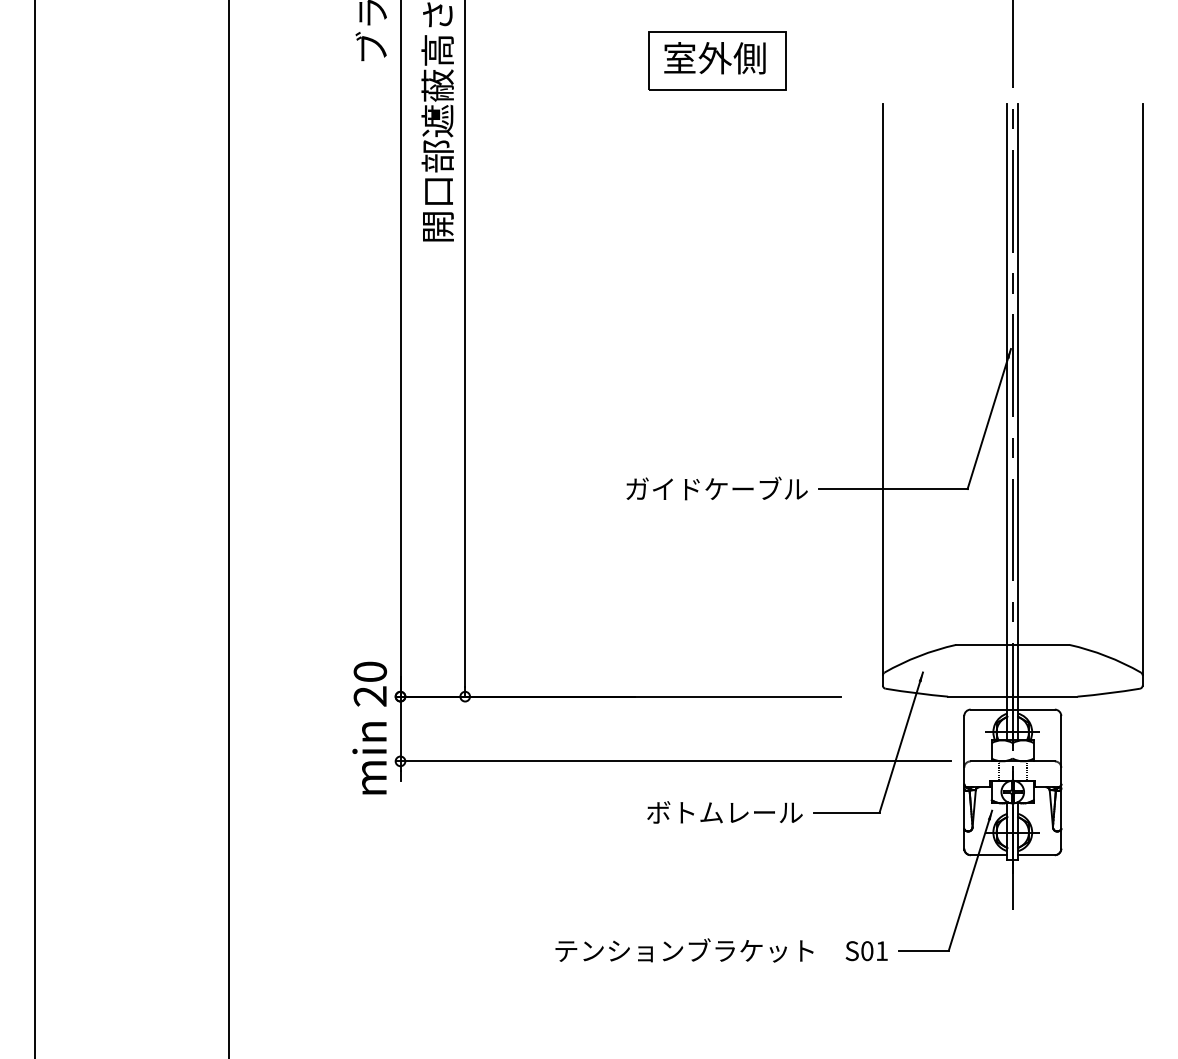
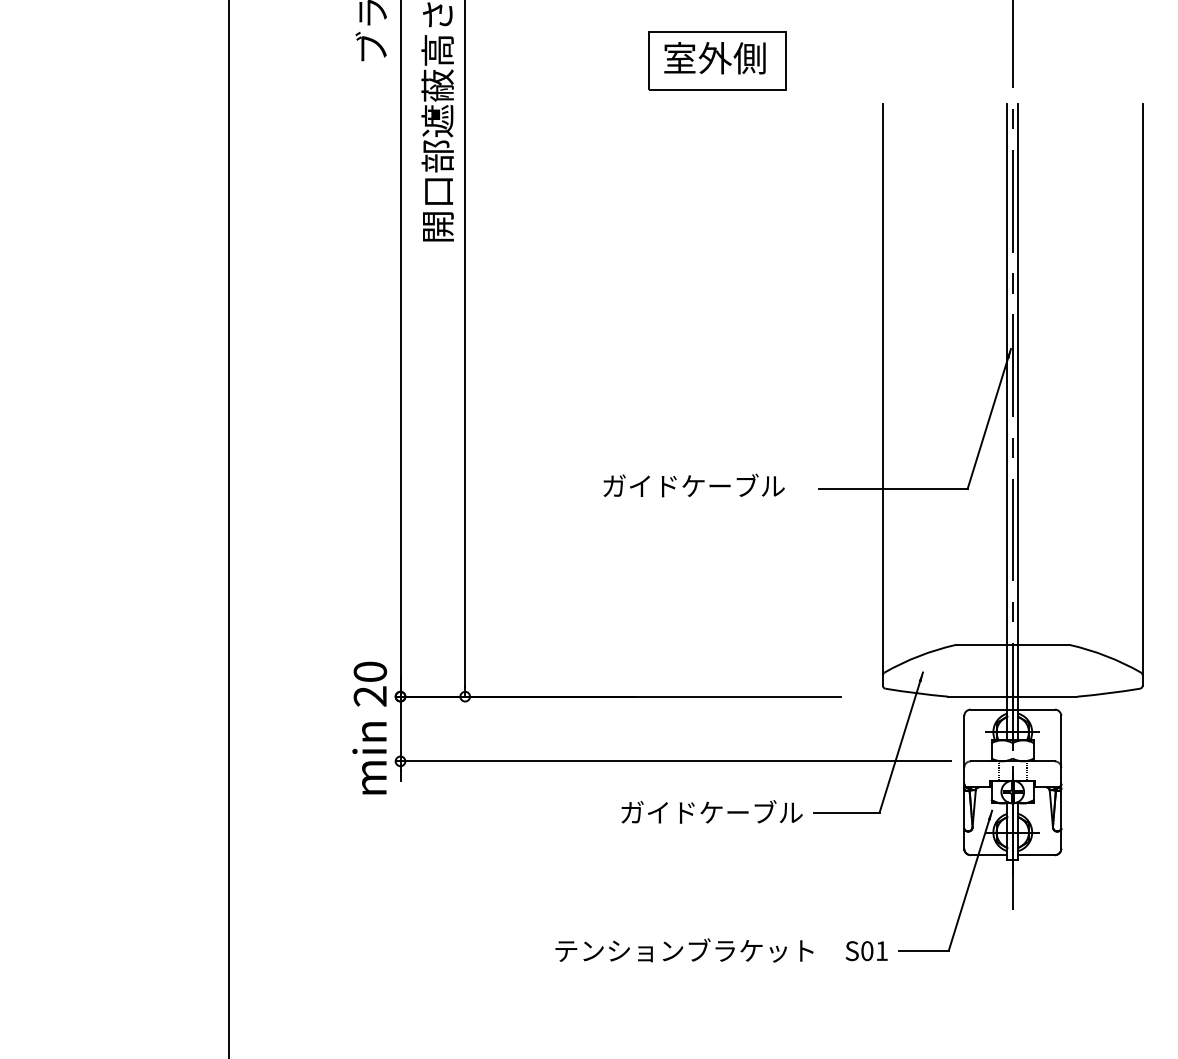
text at (716, 488) position: (716, 488) -> (693, 485)
line at (35, 528): present -> none
text at (698, 811): ボトムレール -> ガイドケーブル
